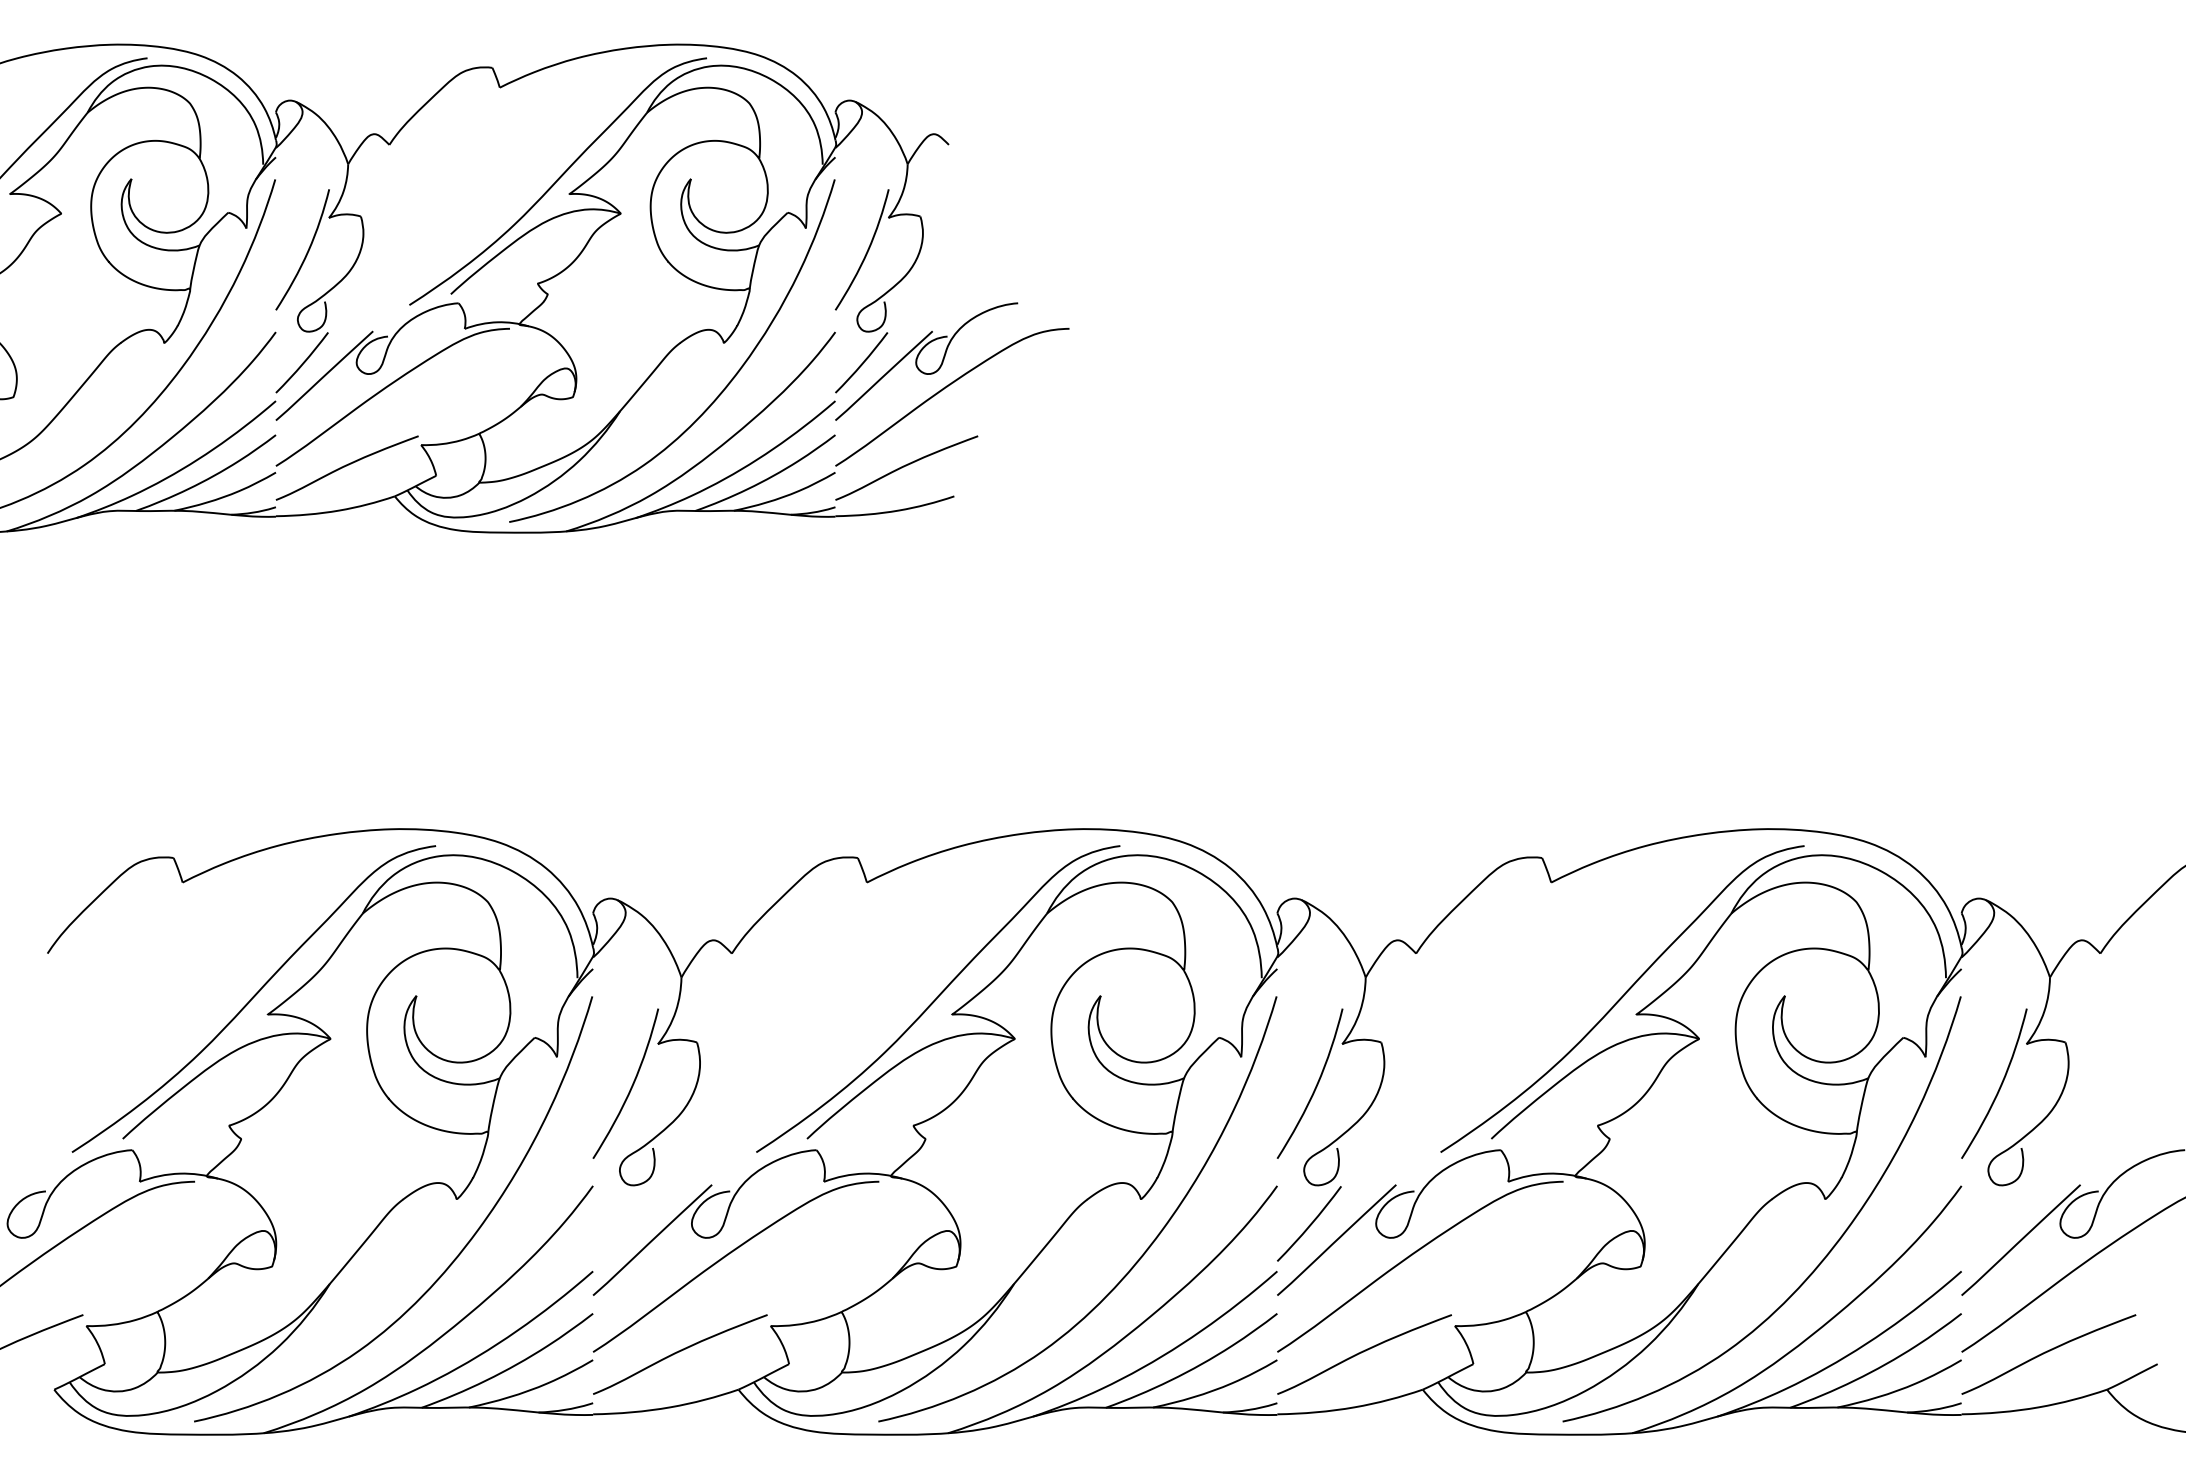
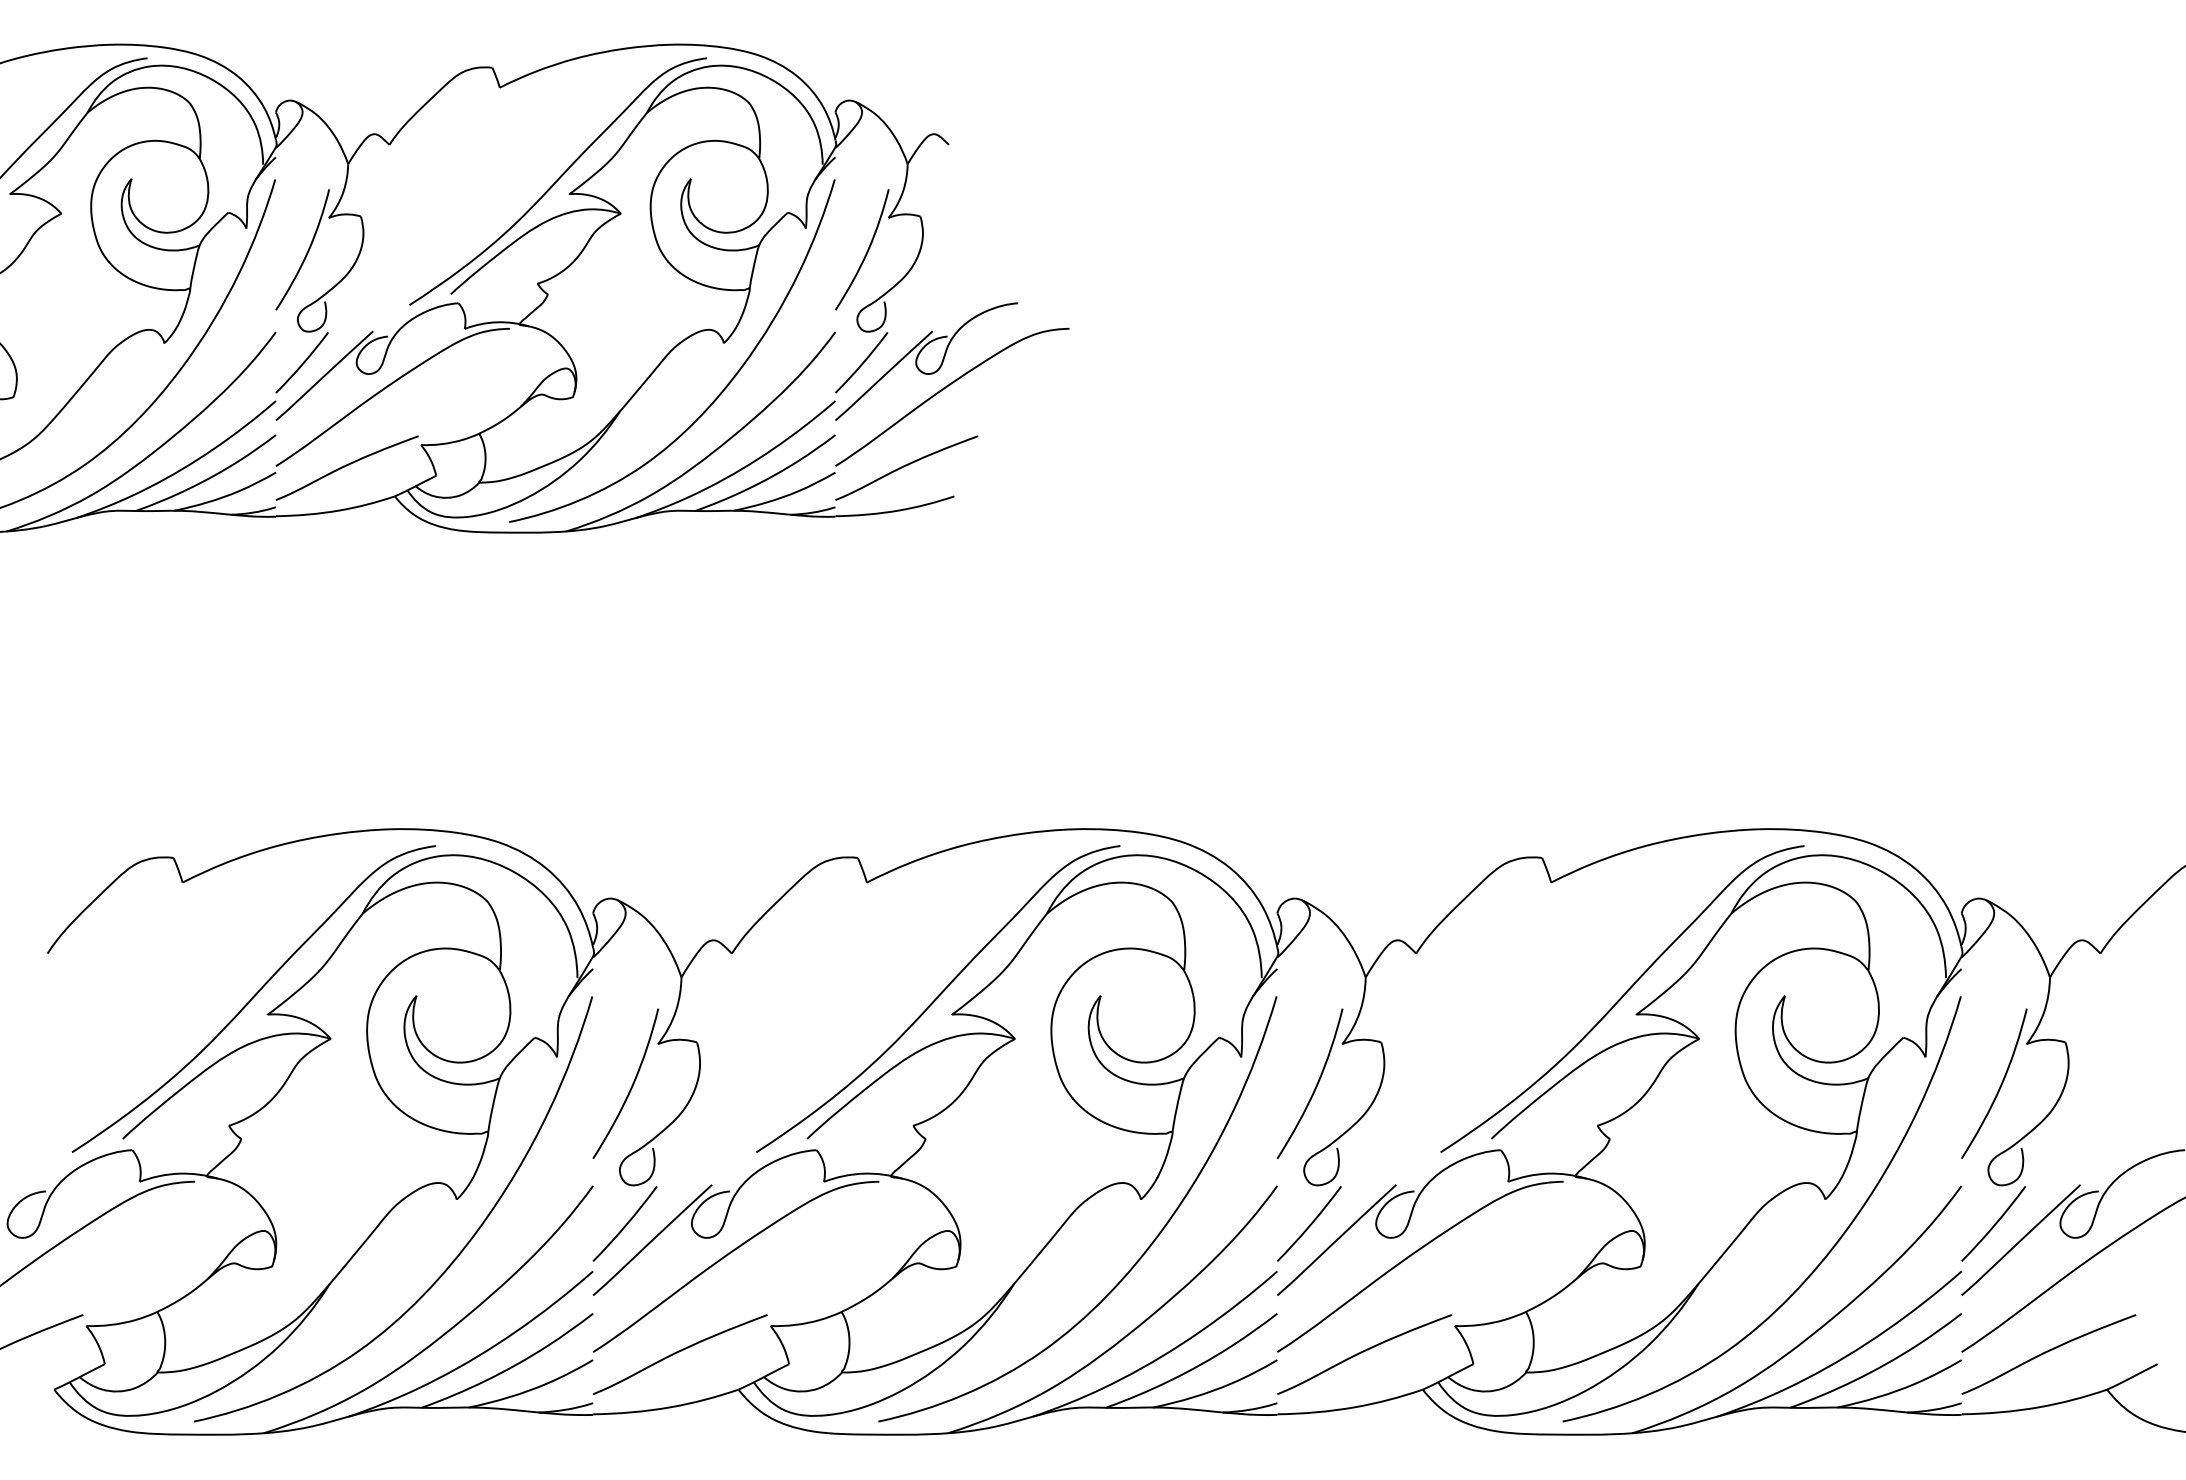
curve at (1994, 1223): none -> present
curve at (625, 1224): none -> present
